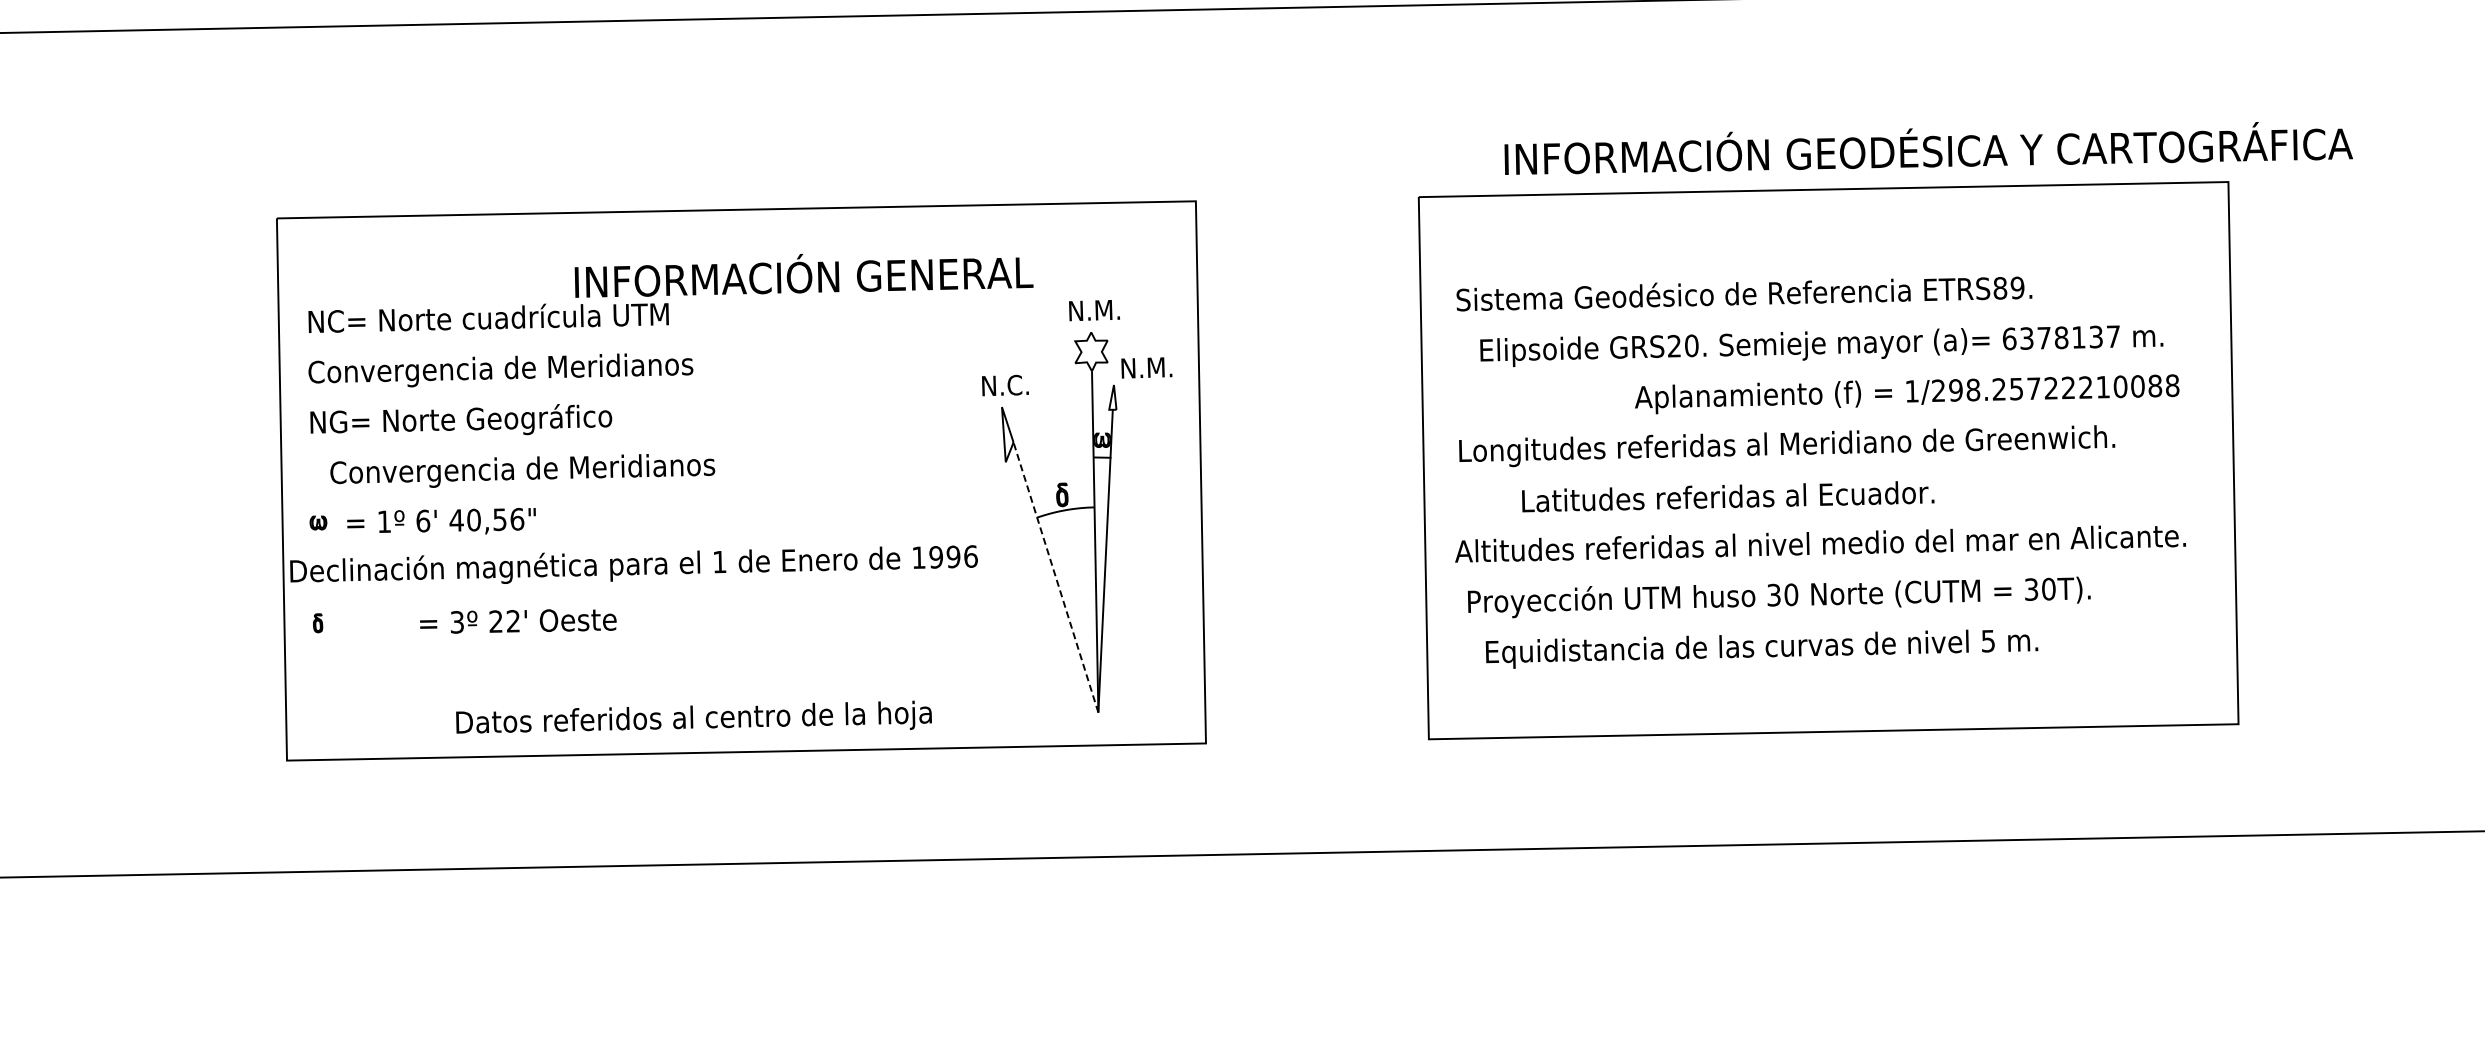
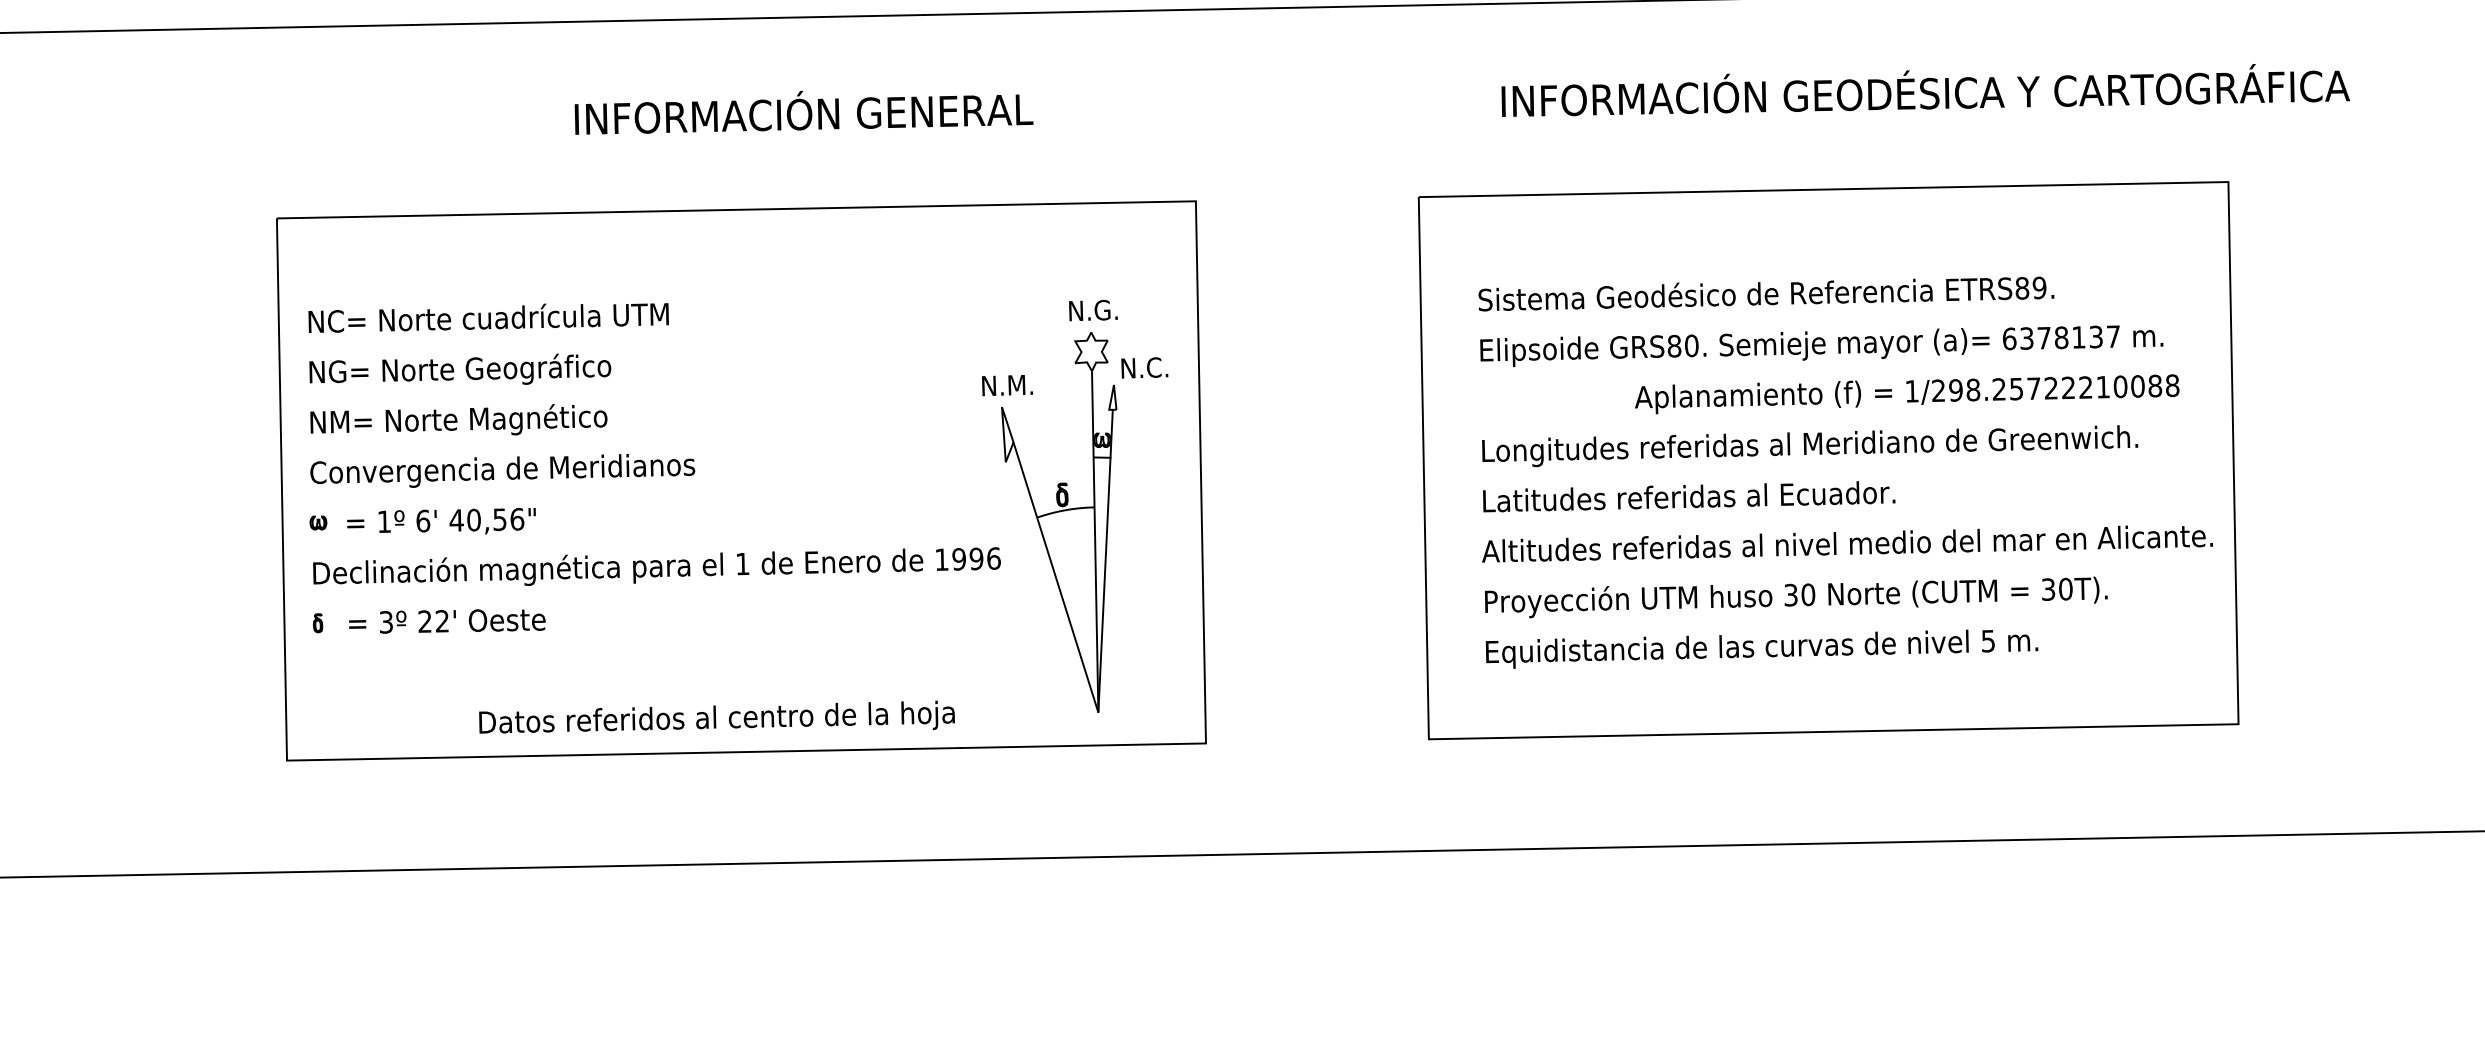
text at (1928, 148) position: (1928, 148) -> (1925, 90)
text at (803, 275) position: (803, 275) -> (803, 112)
text at (1744, 293) position: (1744, 293) -> (1766, 293)
text at (1106, 309): N.M. -> N.G.
text at (1674, 345): GRS20. -> GRS80.
text at (1159, 367): N.M. -> N.C.
text at (500, 370): Convergencia de Meridianos -> NG= Norte Geográfico
text at (1019, 384): N.C. -> N.M.
text at (470, 419): NG= Norte Geográfico -> NM= Norte Magnético
text at (1787, 446) position: (1787, 446) -> (1810, 446)
text at (522, 470) position: (522, 470) -> (502, 470)
text at (1728, 496) position: (1728, 496) -> (1689, 496)
text at (1820, 543) position: (1820, 543) -> (1847, 543)
text at (633, 564) position: (633, 564) -> (656, 566)
line at (1055, 577): dashed -> solid
text at (1779, 597) position: (1779, 597) -> (1796, 597)
text at (518, 621) position: (518, 621) -> (447, 621)
text at (693, 716) position: (693, 716) -> (716, 716)
